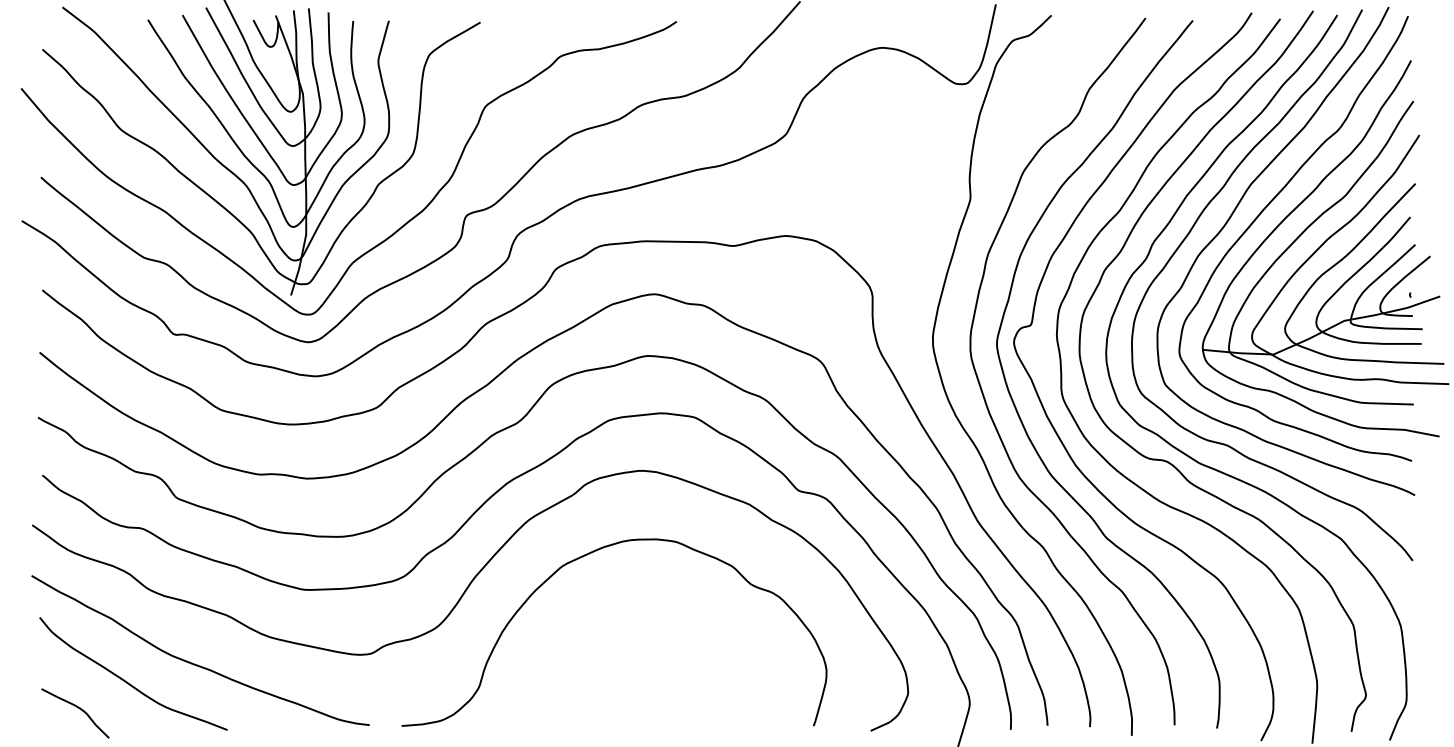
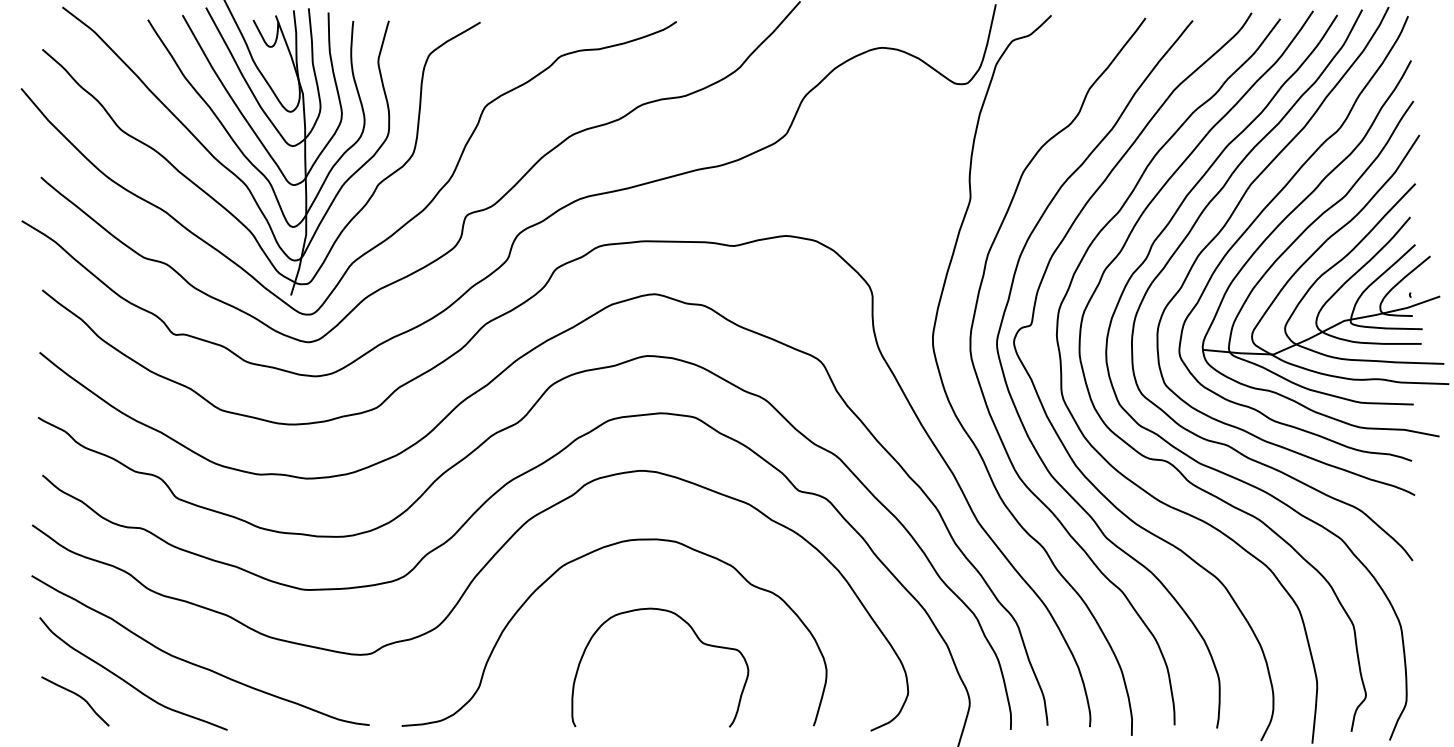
curve at (696, 637): none -> present
curve at (77, 708) position: (77, 708) -> (77, 696)
